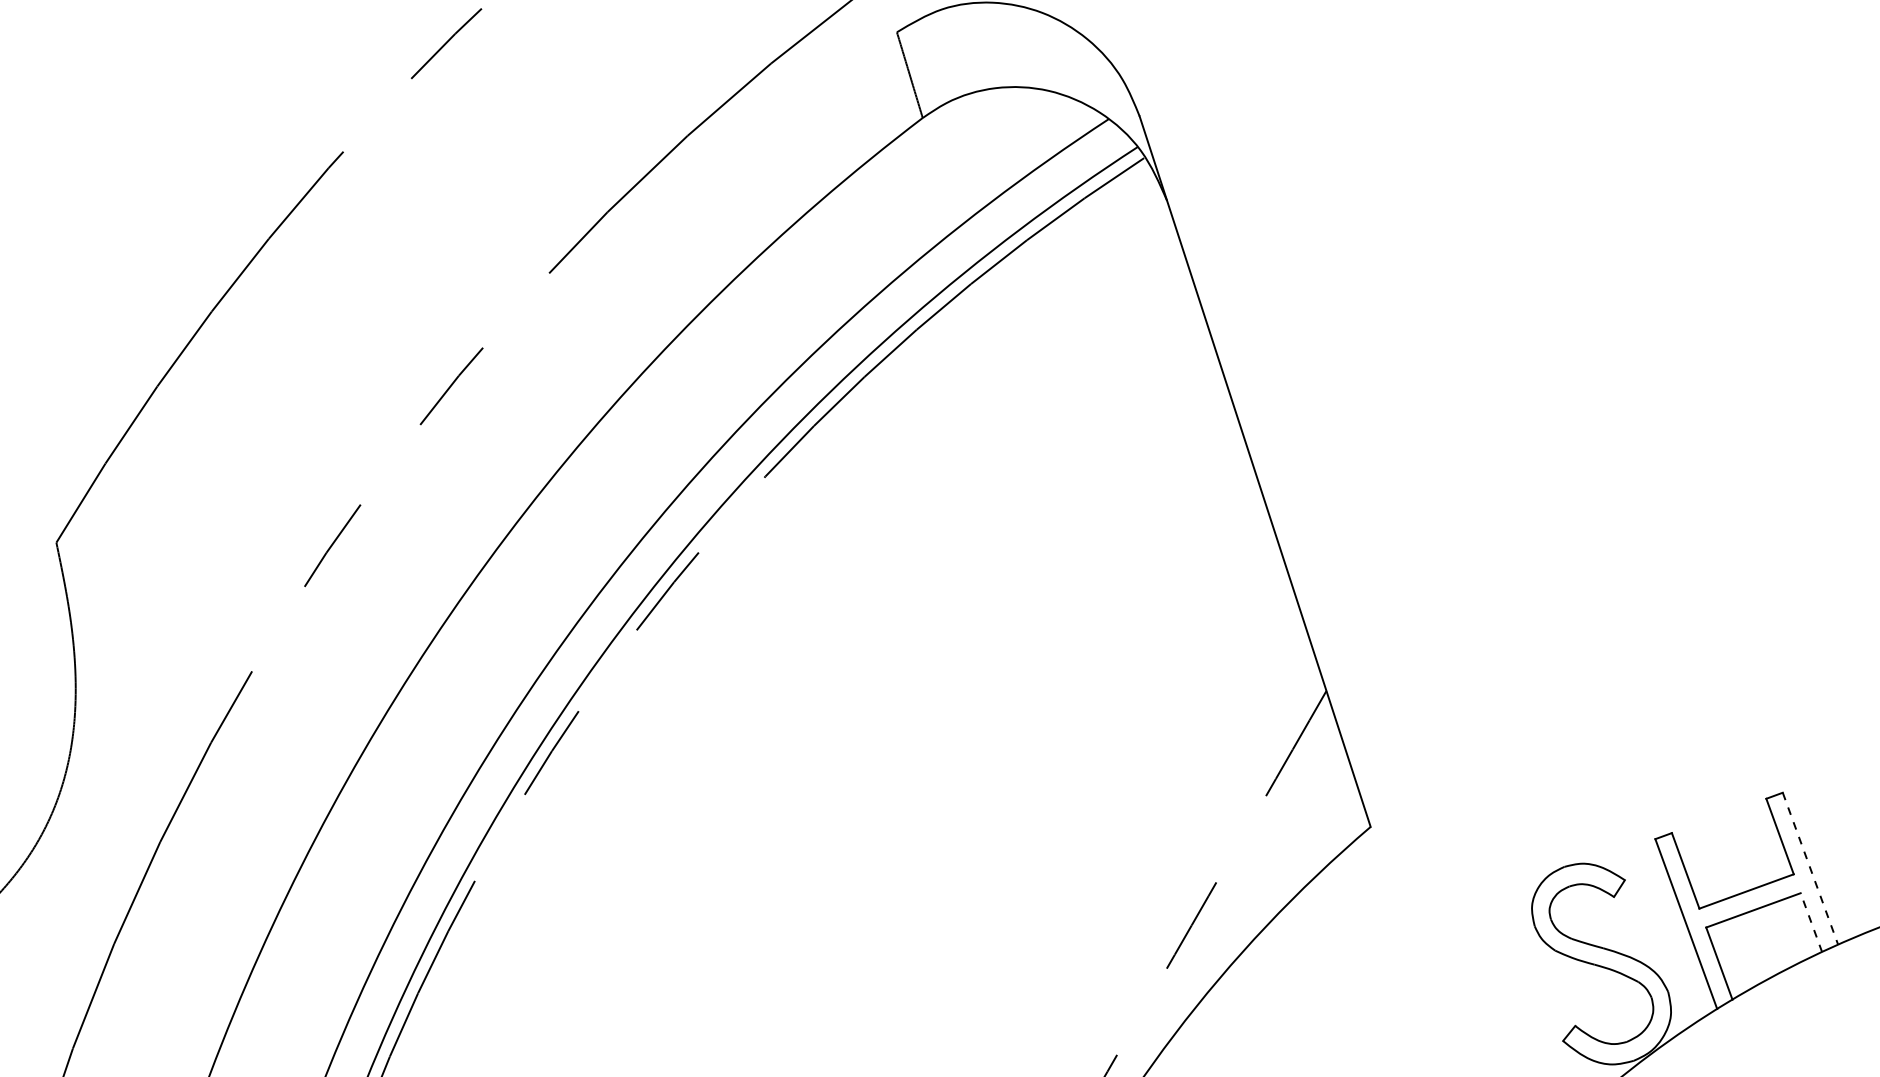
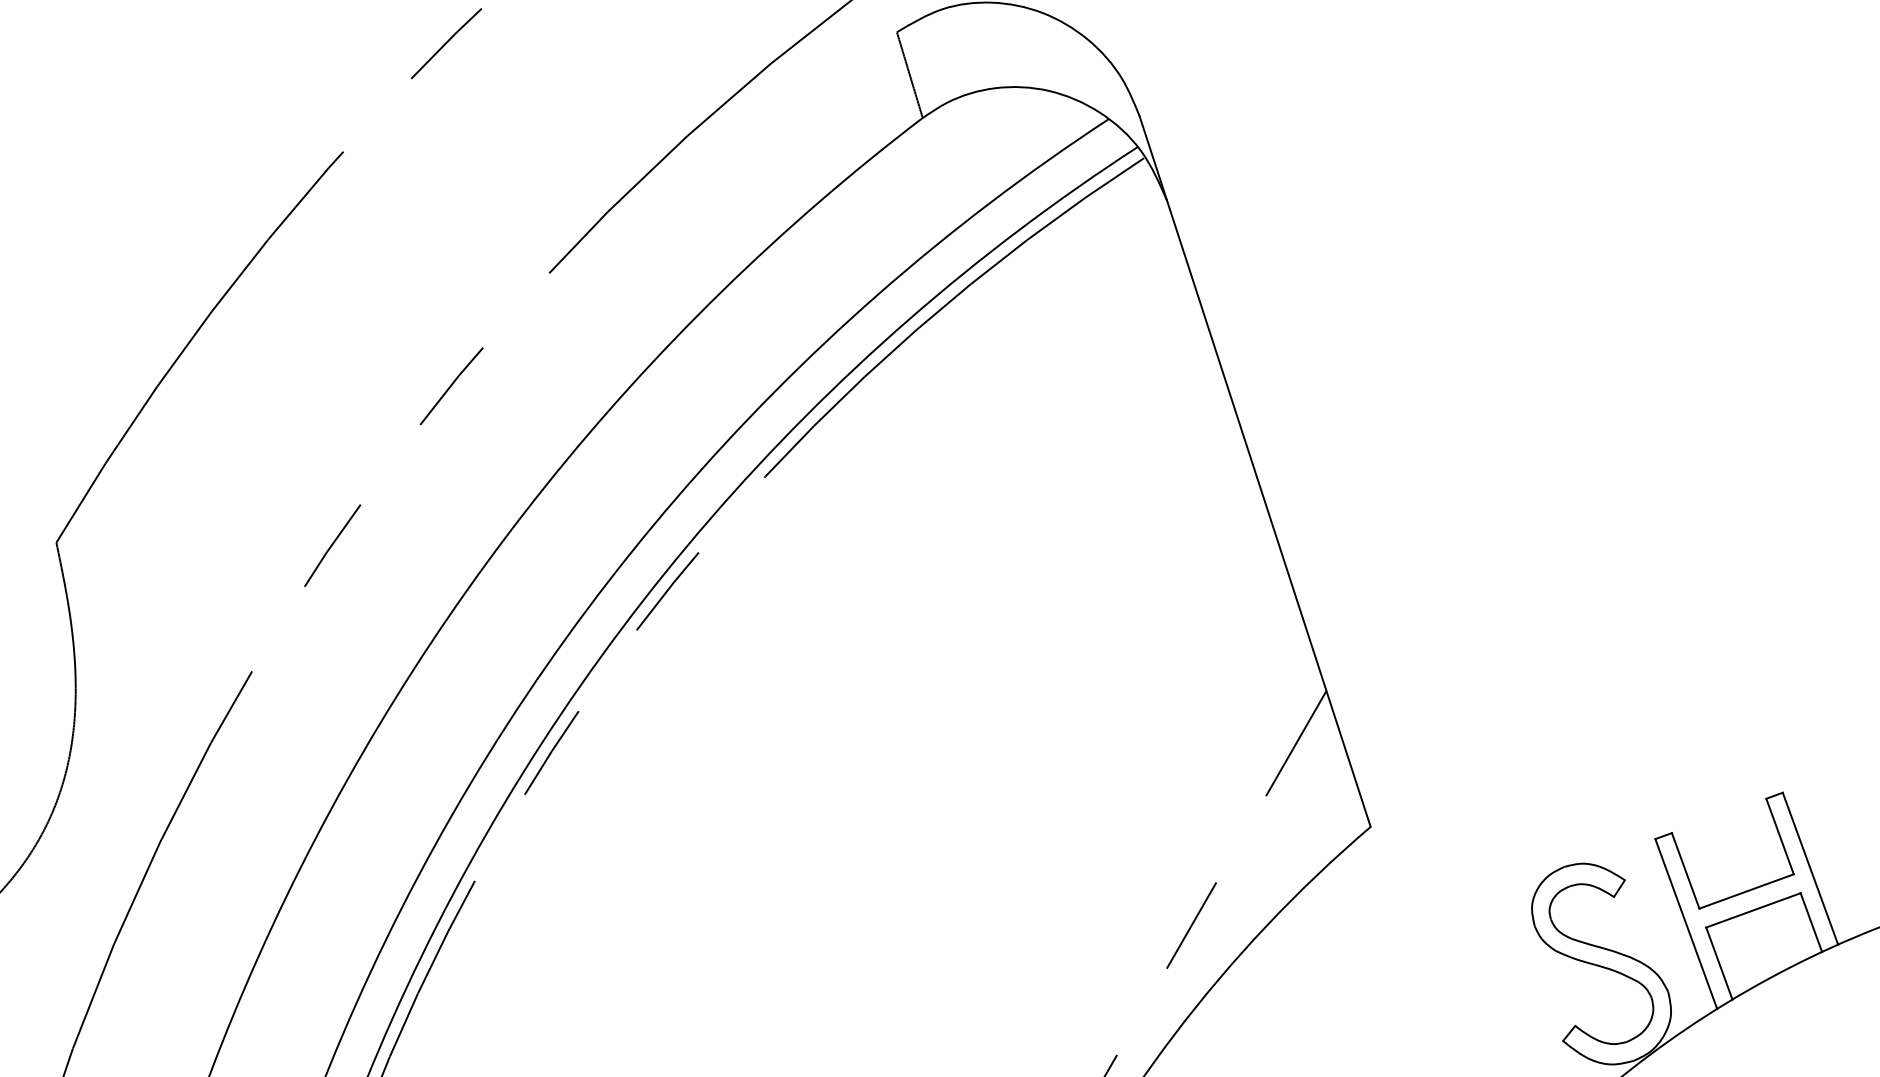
line at (1810, 868): dashed -> solid
line at (1811, 922): dashed -> solid
